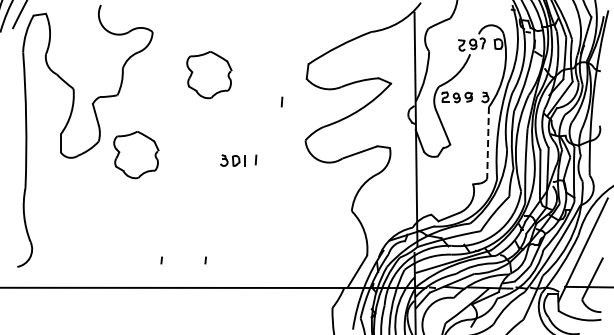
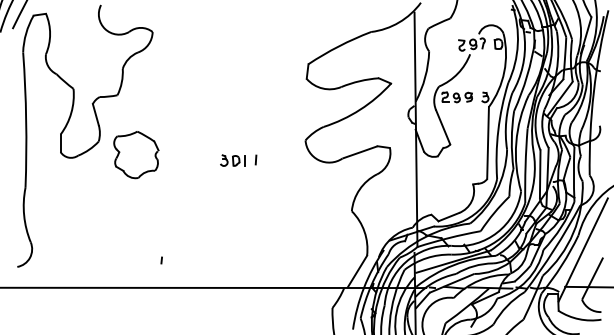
part at (209, 75): present -> none
line at (281, 101): present -> none
line at (488, 143): dashed -> solid
line at (205, 260): present -> none
